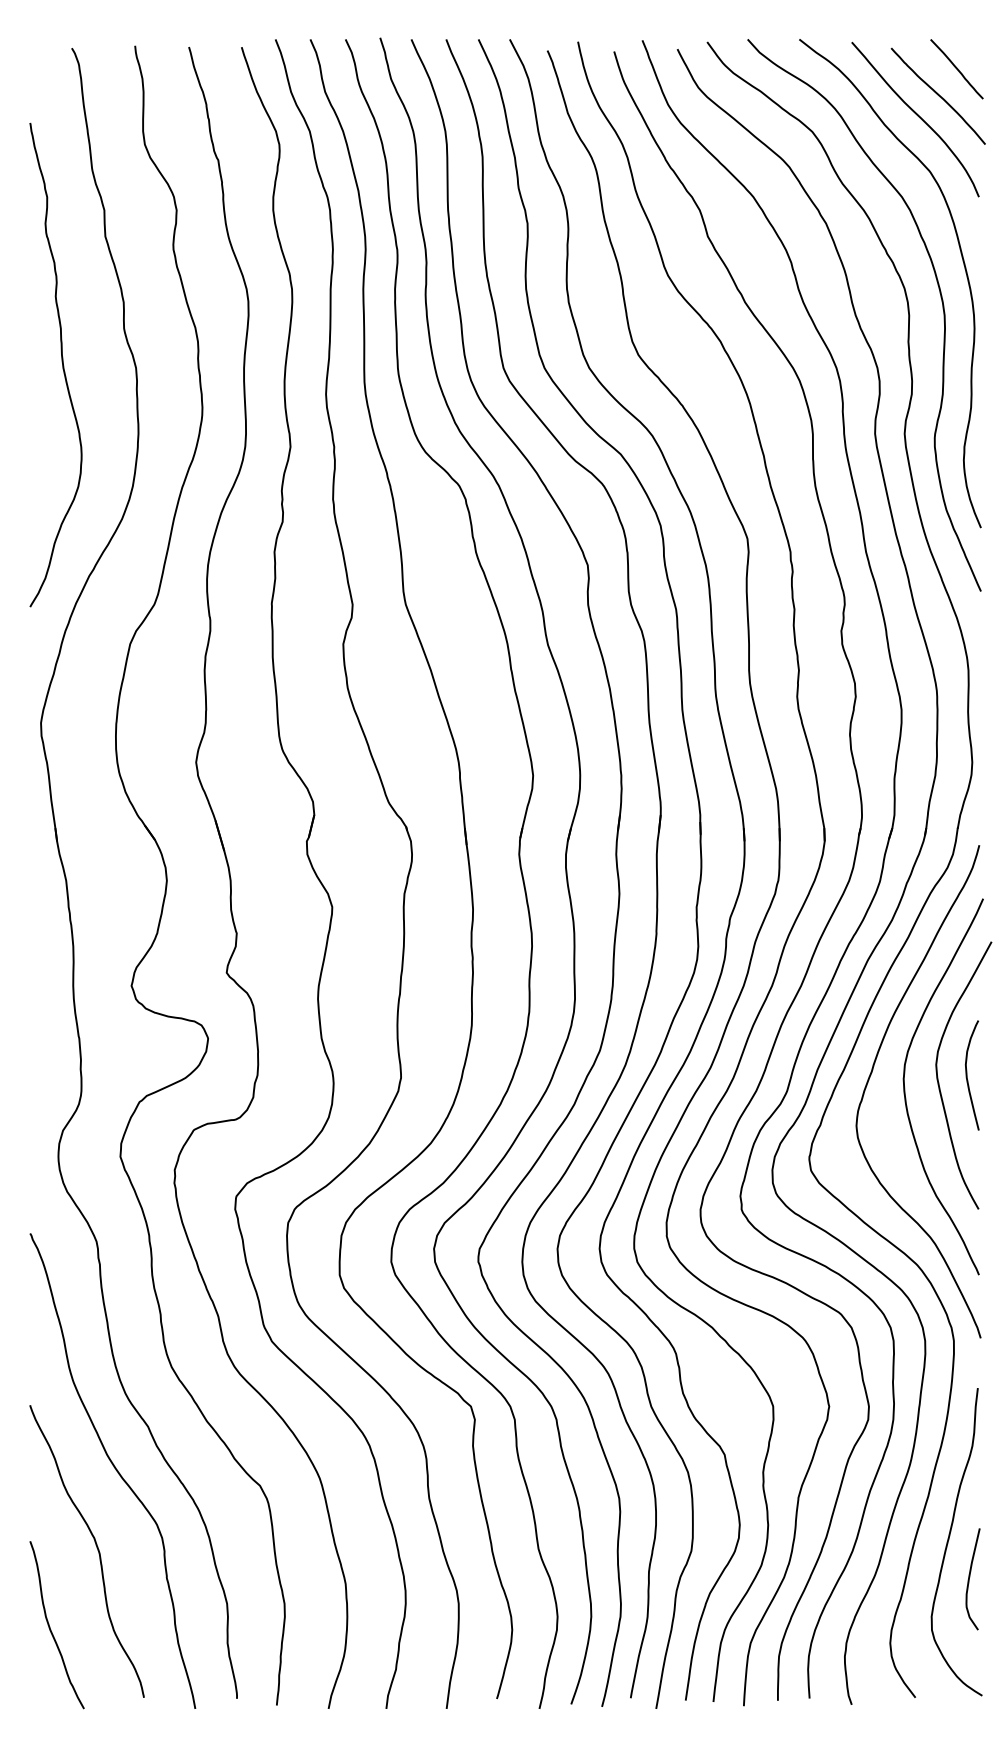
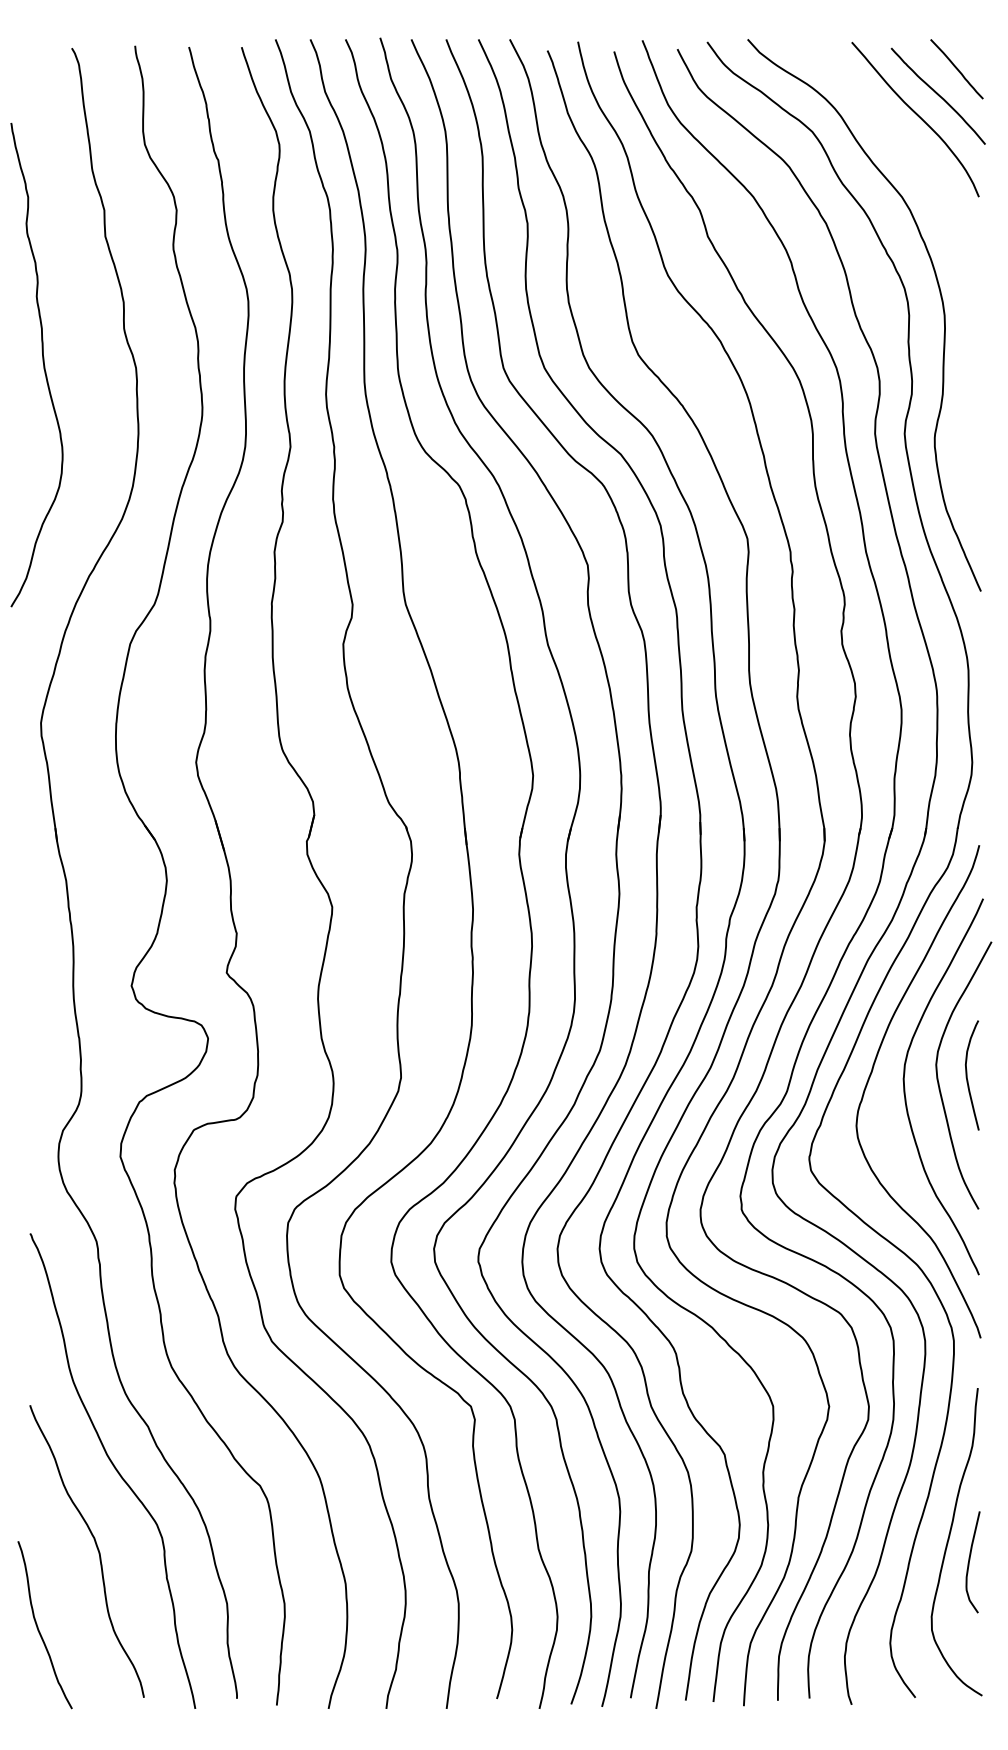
curve at (963, 265): present -> none
curve at (61, 362) position: (61, 362) -> (42, 362)
curve at (970, 1577) position: (970, 1577) -> (970, 1560)
curve at (50, 1626) position: (50, 1626) -> (38, 1626)
